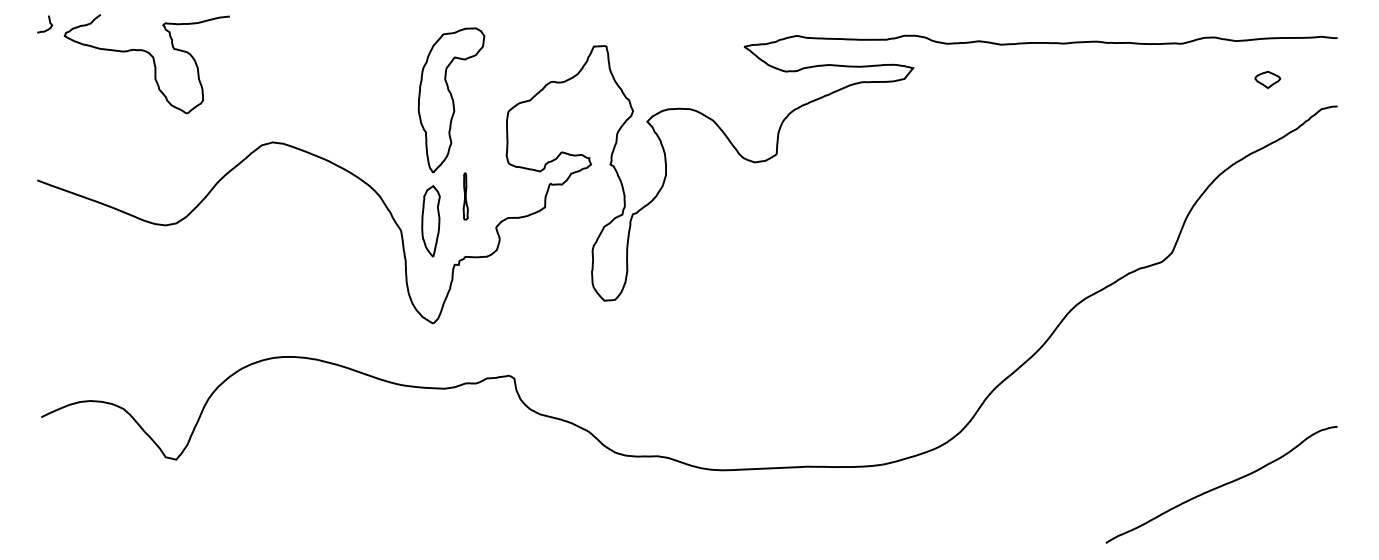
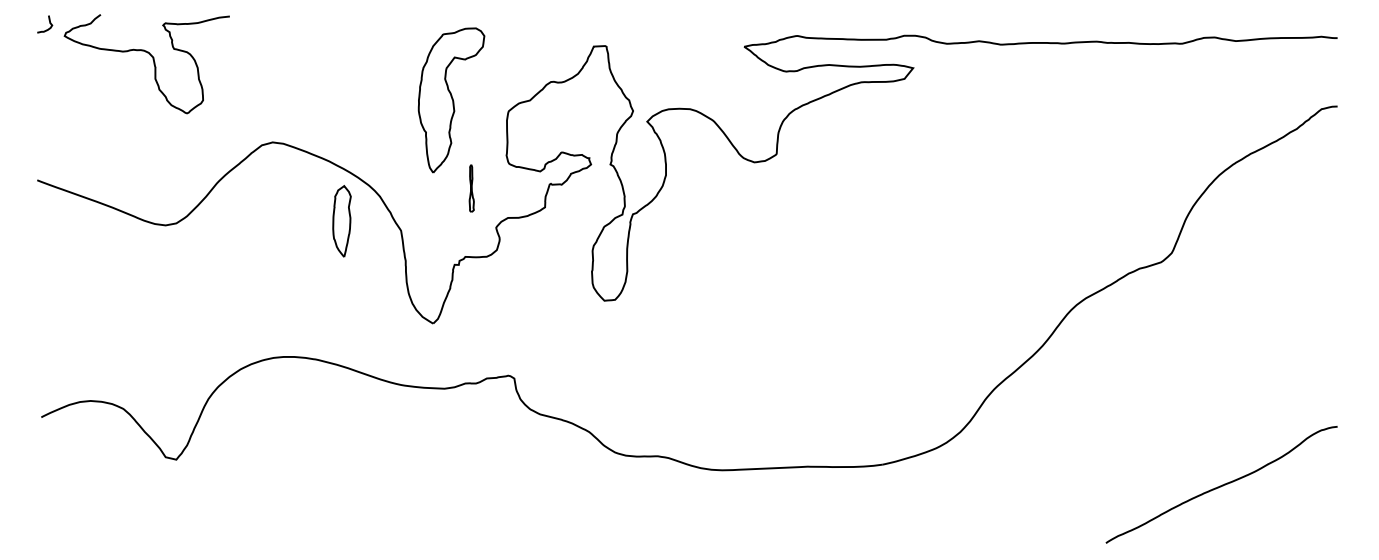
part at (1267, 79): present -> none
part at (465, 196) position: (465, 196) -> (471, 188)
part at (430, 221) position: (430, 221) -> (341, 221)
